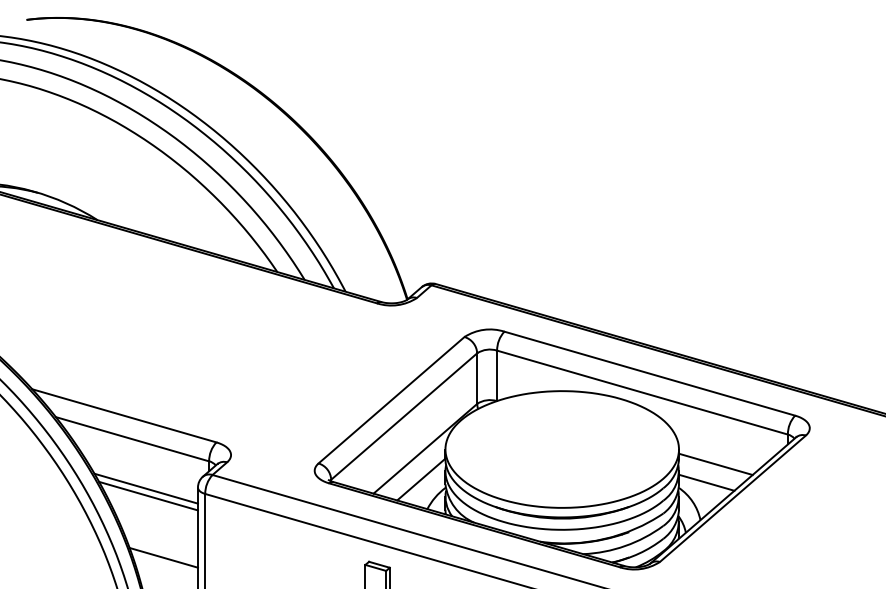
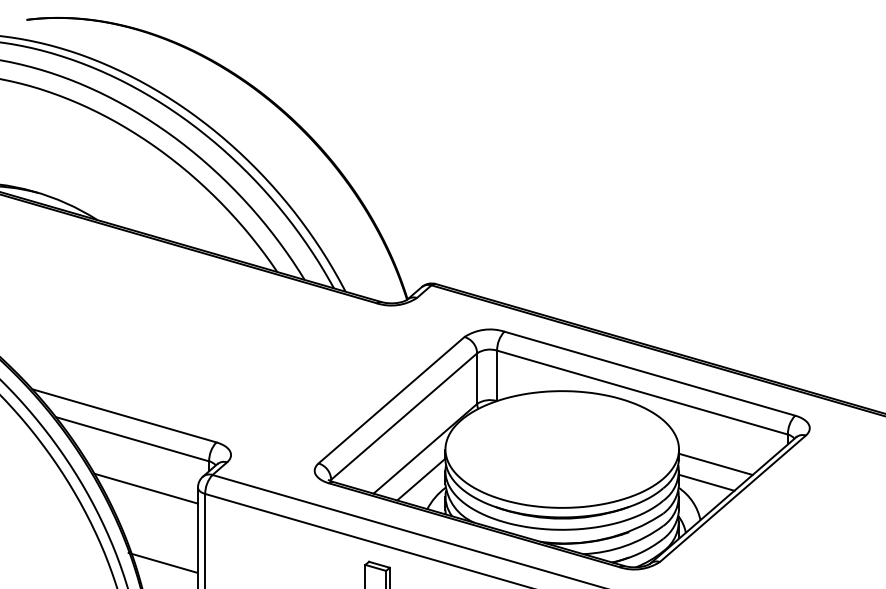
line at (148, 495): present -> none
line at (163, 557) position: (163, 557) -> (162, 562)
